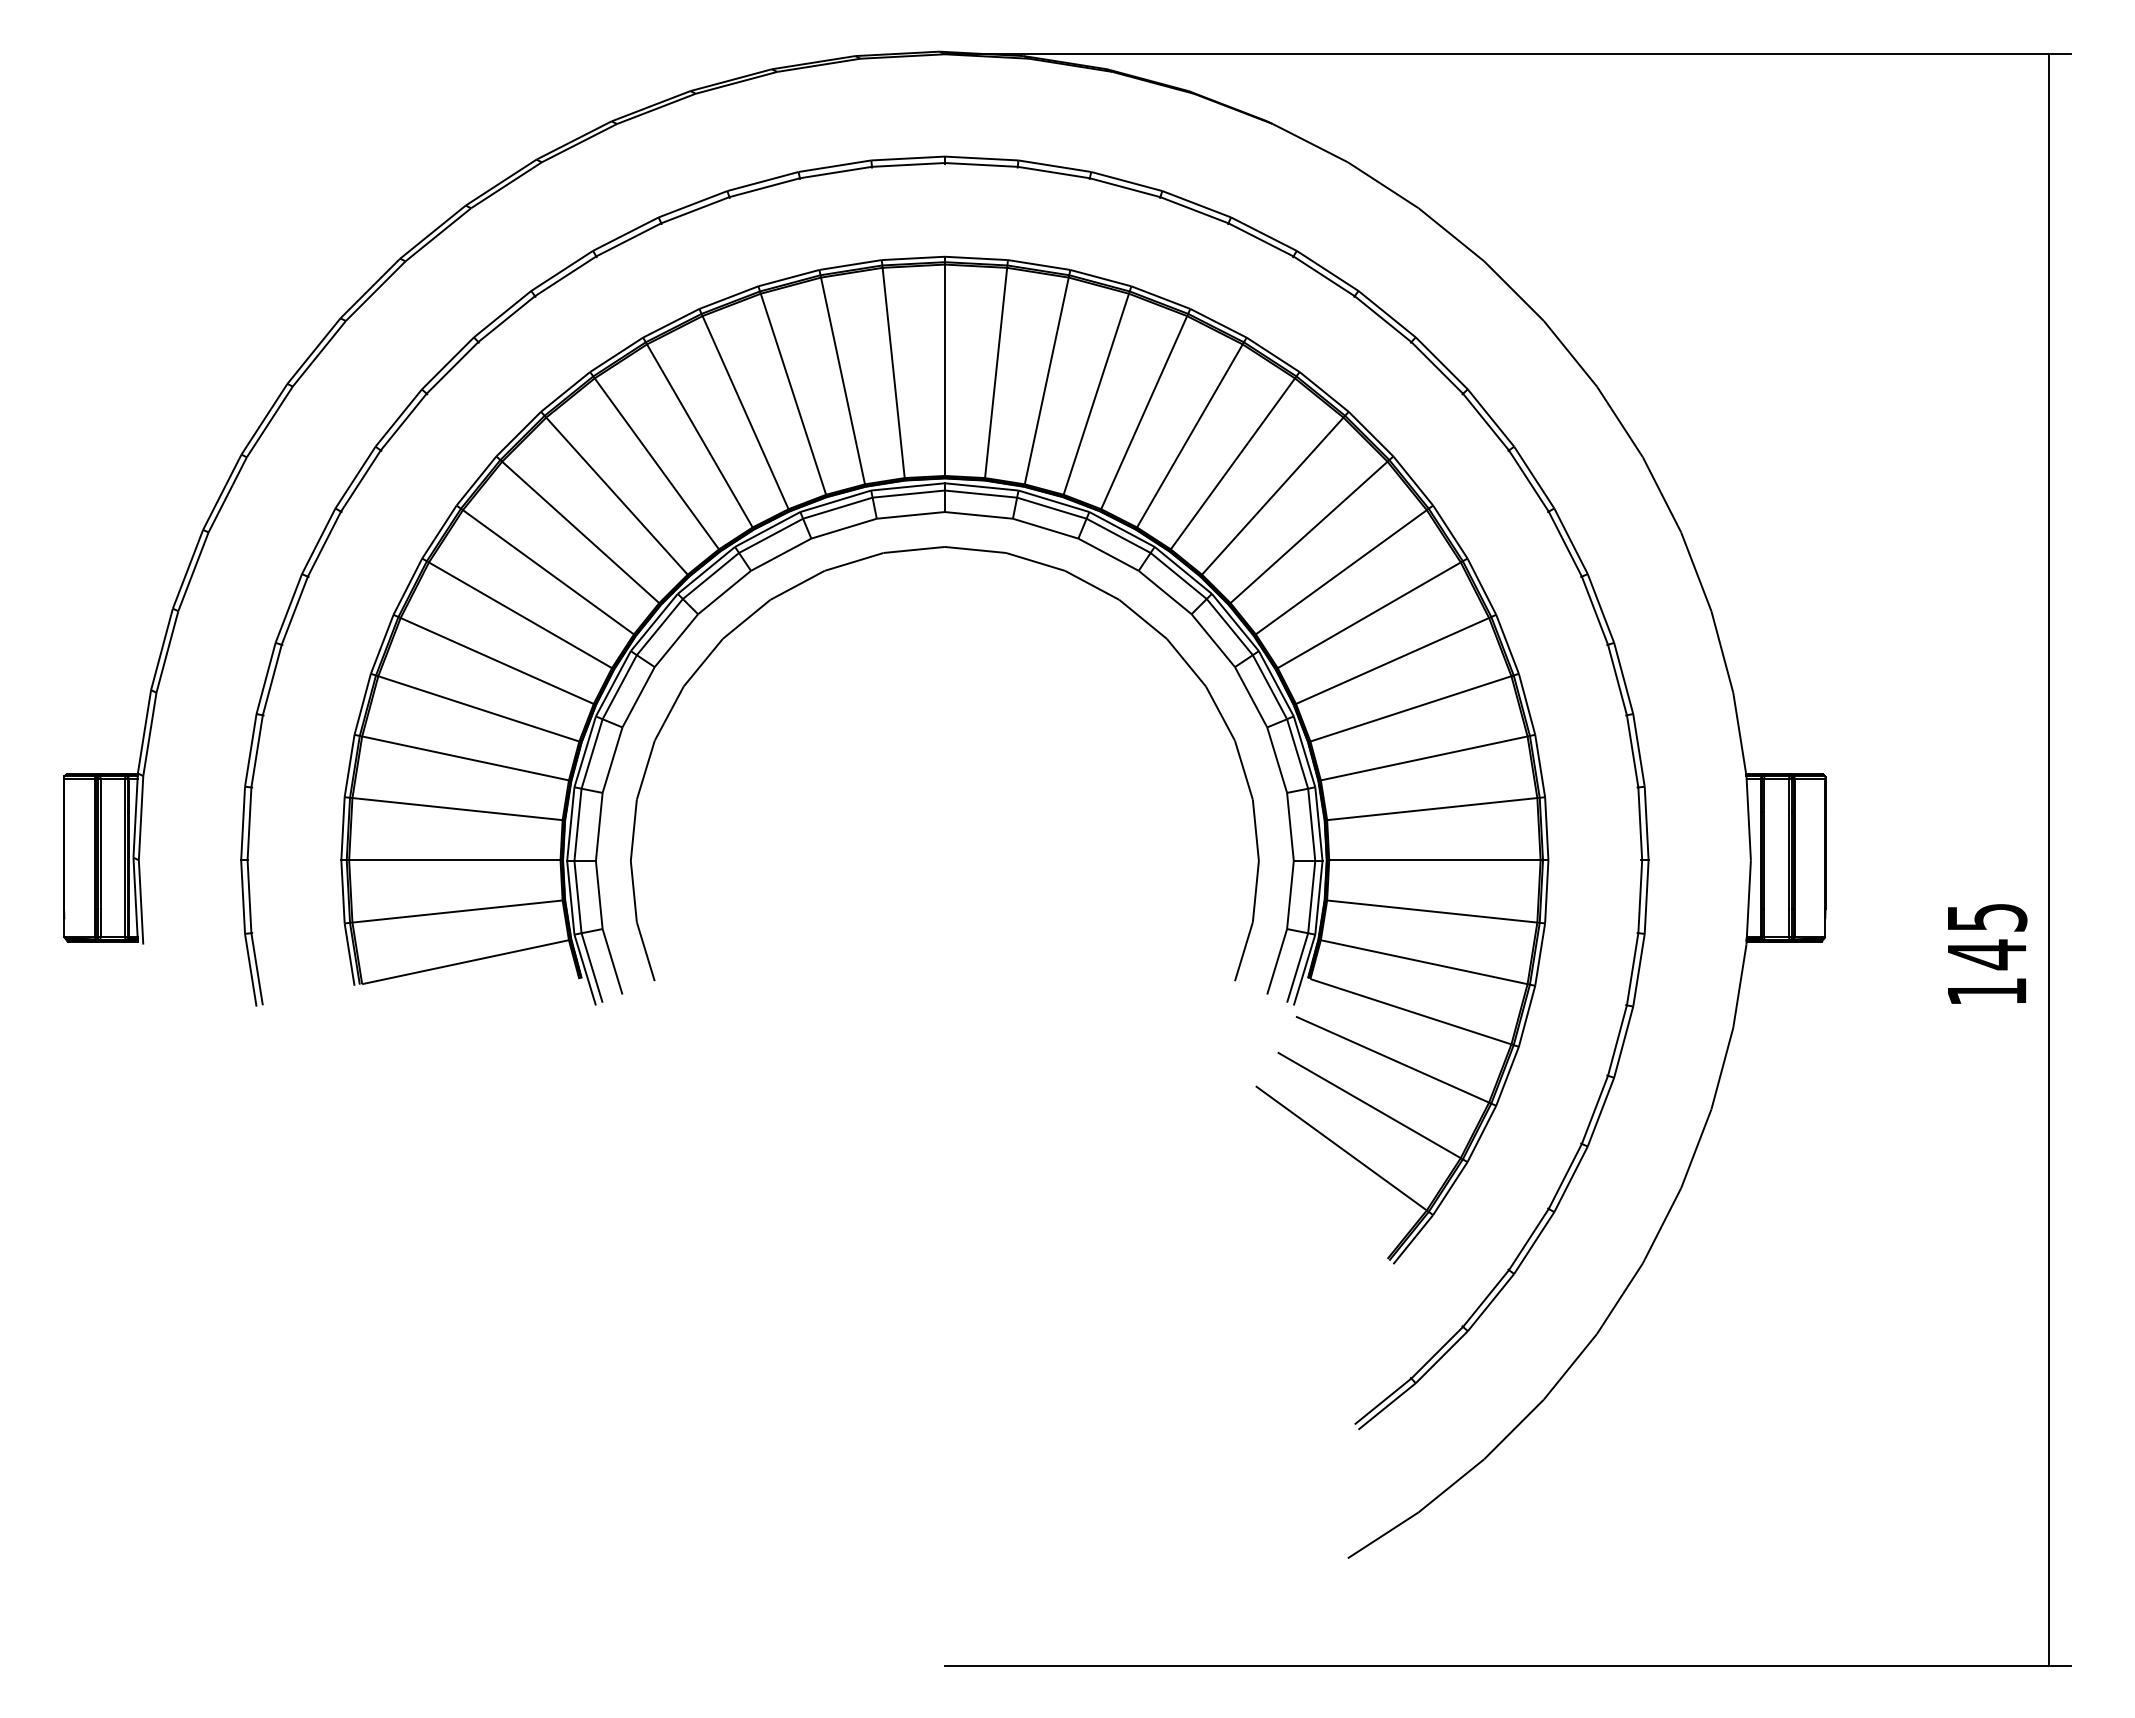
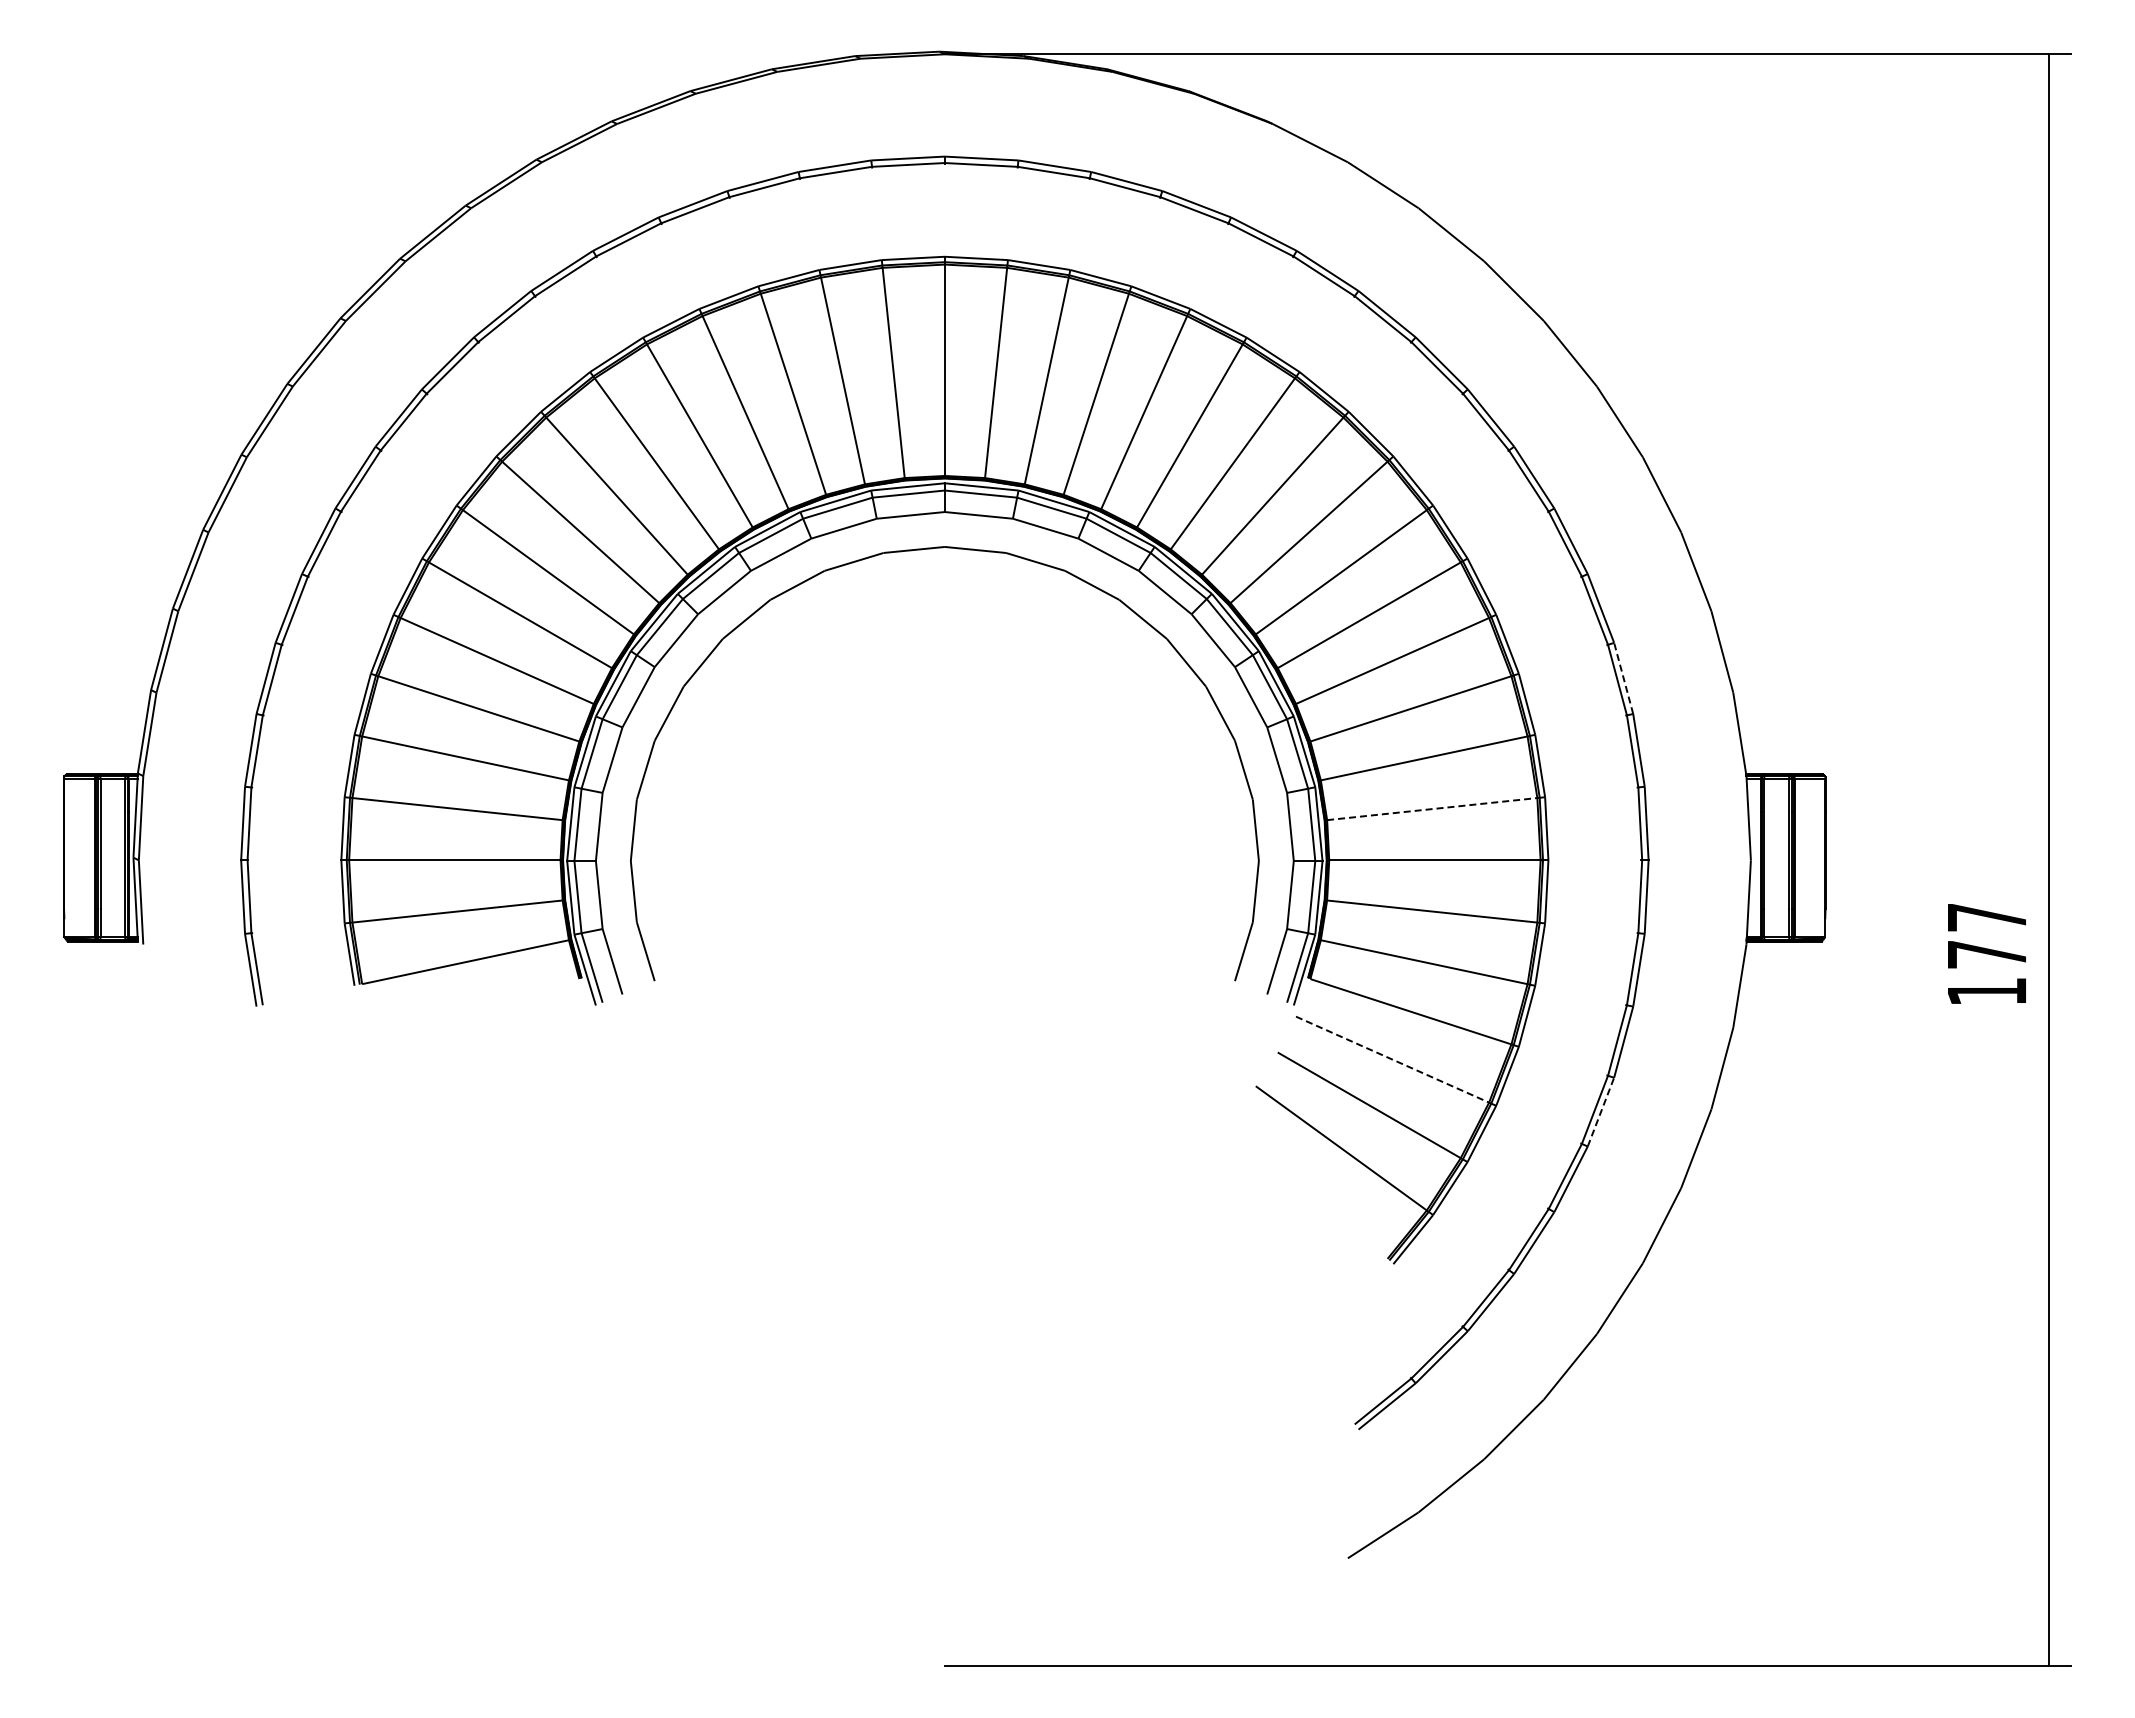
line at (1623, 677): solid -> dashed
line at (1432, 809): solid -> dashed
text at (1987, 937): 145 -> 177
line at (1393, 1059): solid -> dashed
line at (1601, 1111): solid -> dashed
